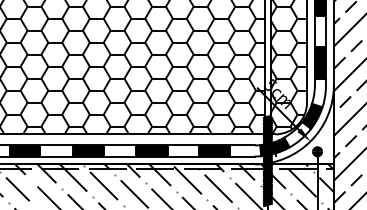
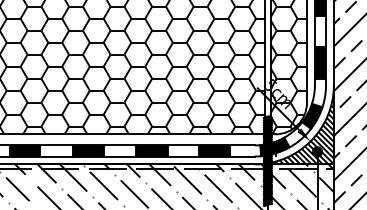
hatch at (294, 124): none -> present
